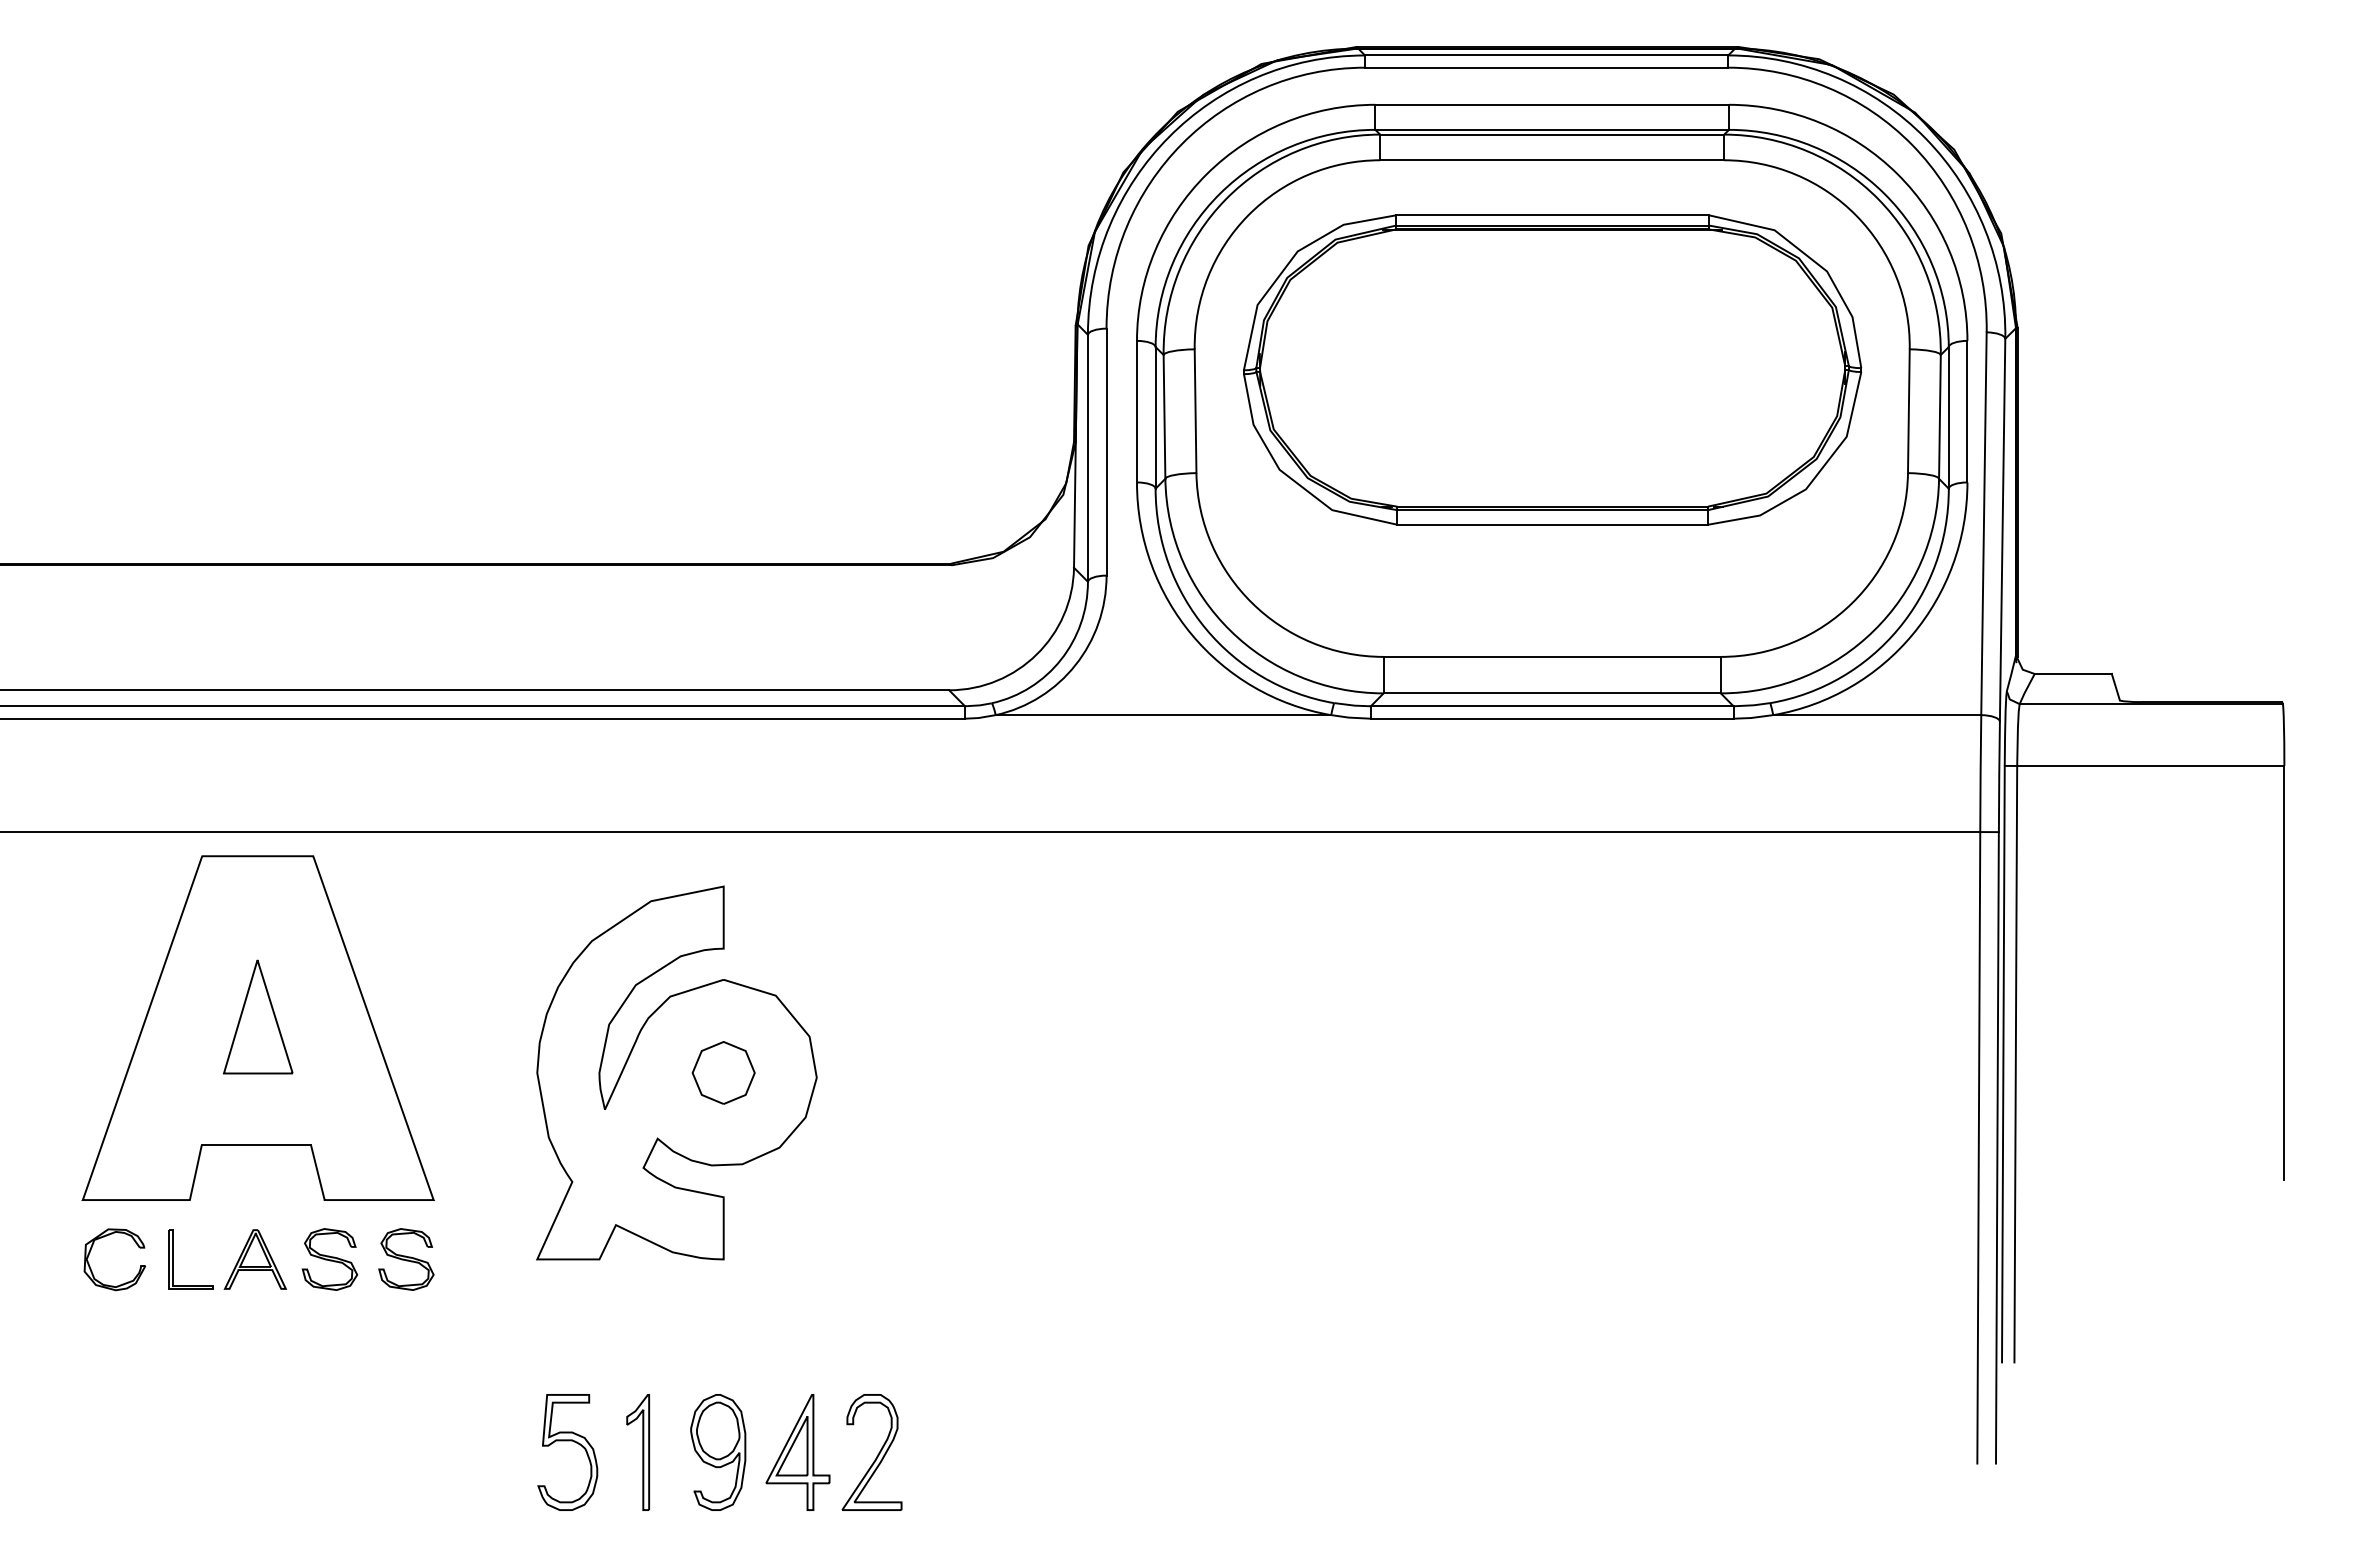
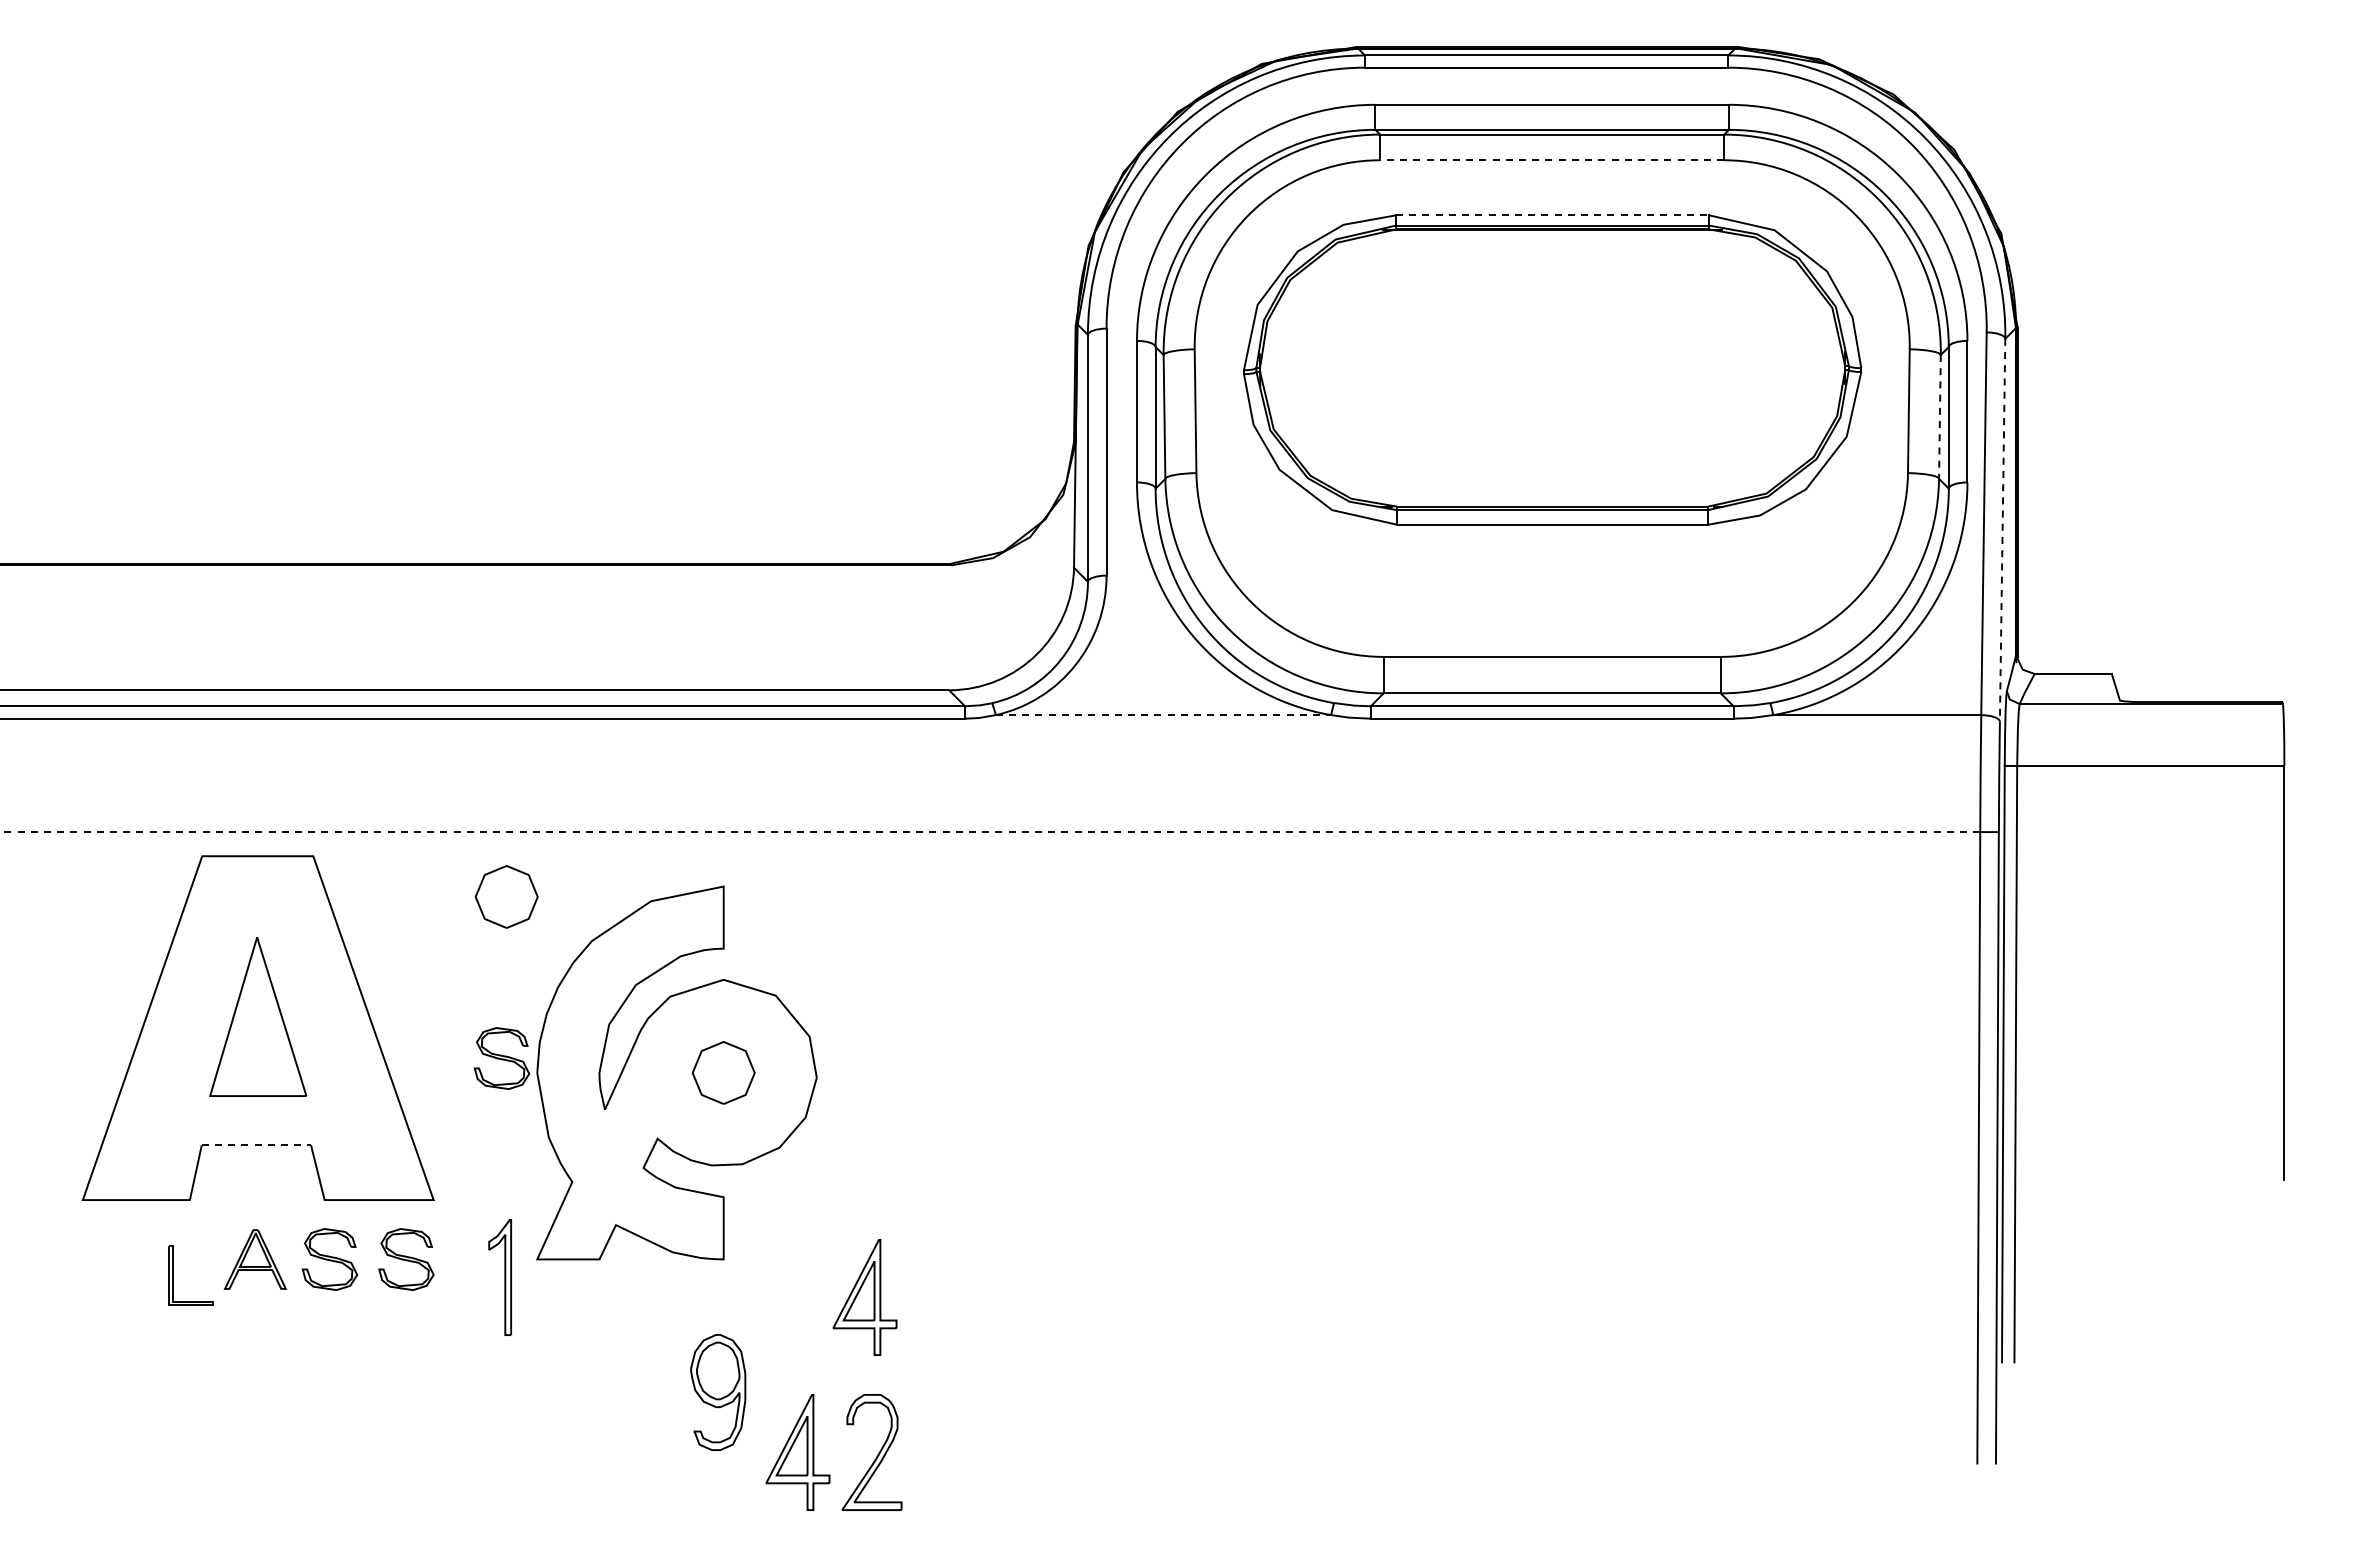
line at (1551, 160): solid -> dashed
line at (1552, 215): solid -> dashed
line at (1939, 416): solid -> dashed
line at (2002, 530): solid -> dashed
line at (1163, 715): solid -> dashed
line at (990, 832): solid -> dashed
part at (506, 896): none -> present
part at (258, 1016) size: 71x116 px -> 99x160 px
part at (501, 1058): none -> present
line at (256, 1145): solid -> dashed
part at (104, 1237): present -> none
part at (173, 1259) position: (173, 1259) -> (173, 1275)
part at (864, 1297): none -> present
part at (567, 1441): present -> none
part at (637, 1452) position: (637, 1452) -> (499, 1277)
part at (718, 1452) position: (718, 1452) -> (718, 1392)
